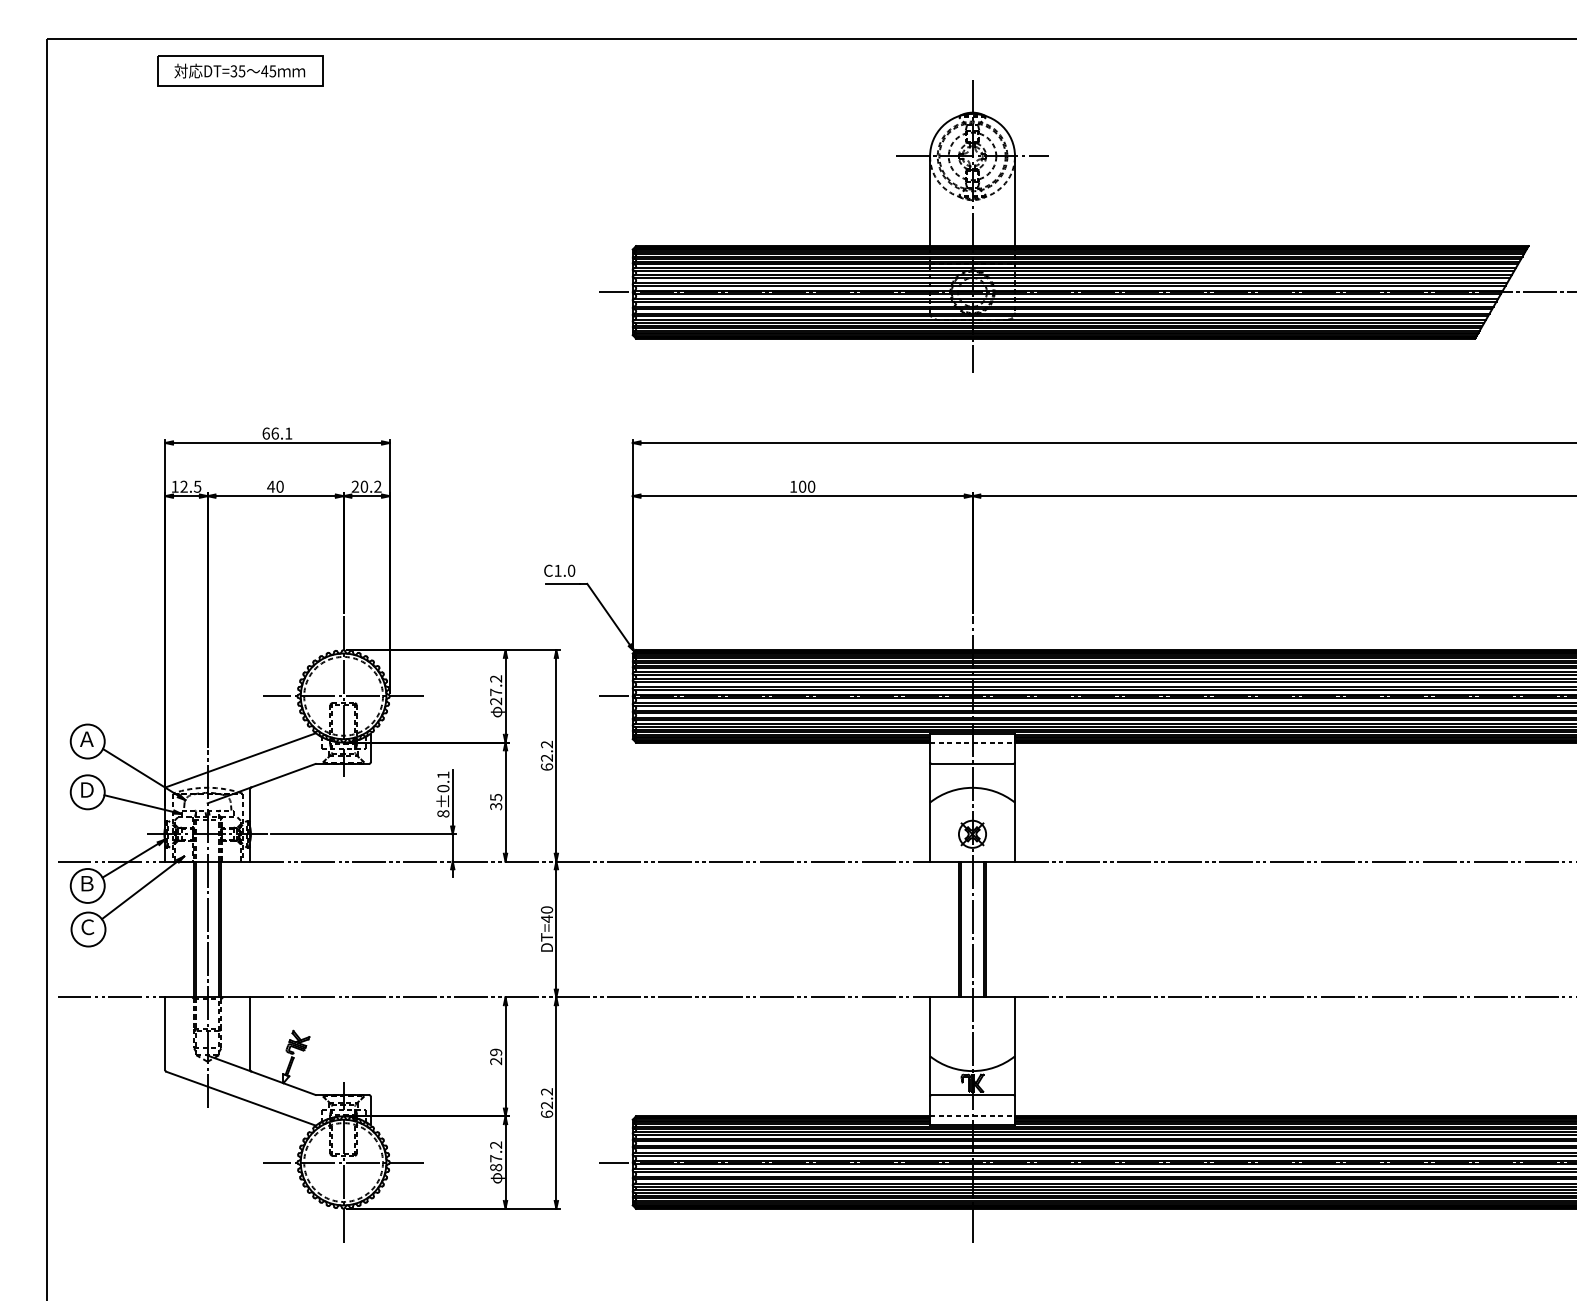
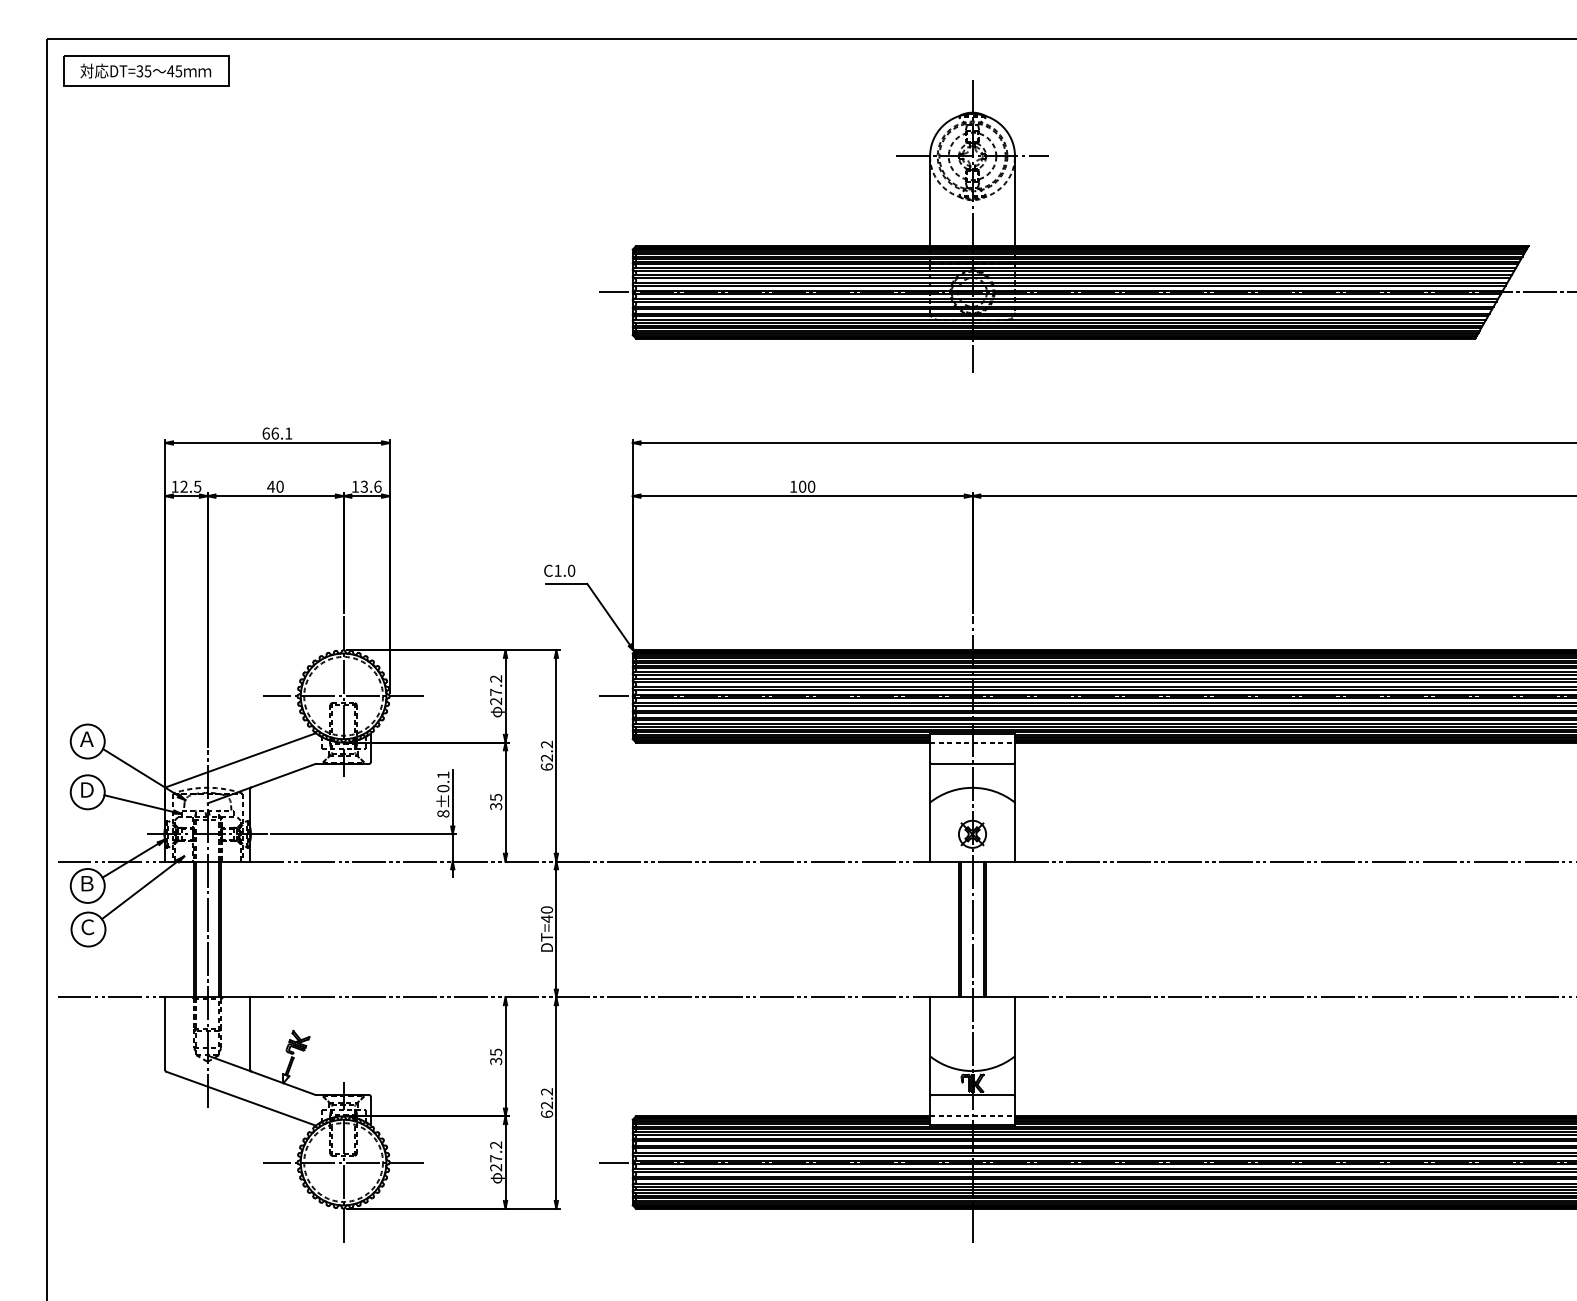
part at (240, 70) position: (240, 70) -> (146, 70)
text at (366, 486): 20.2 -> 13.6
text at (496, 1056): 29 -> 35
text at (496, 1167): 87.2 -> 27.2
